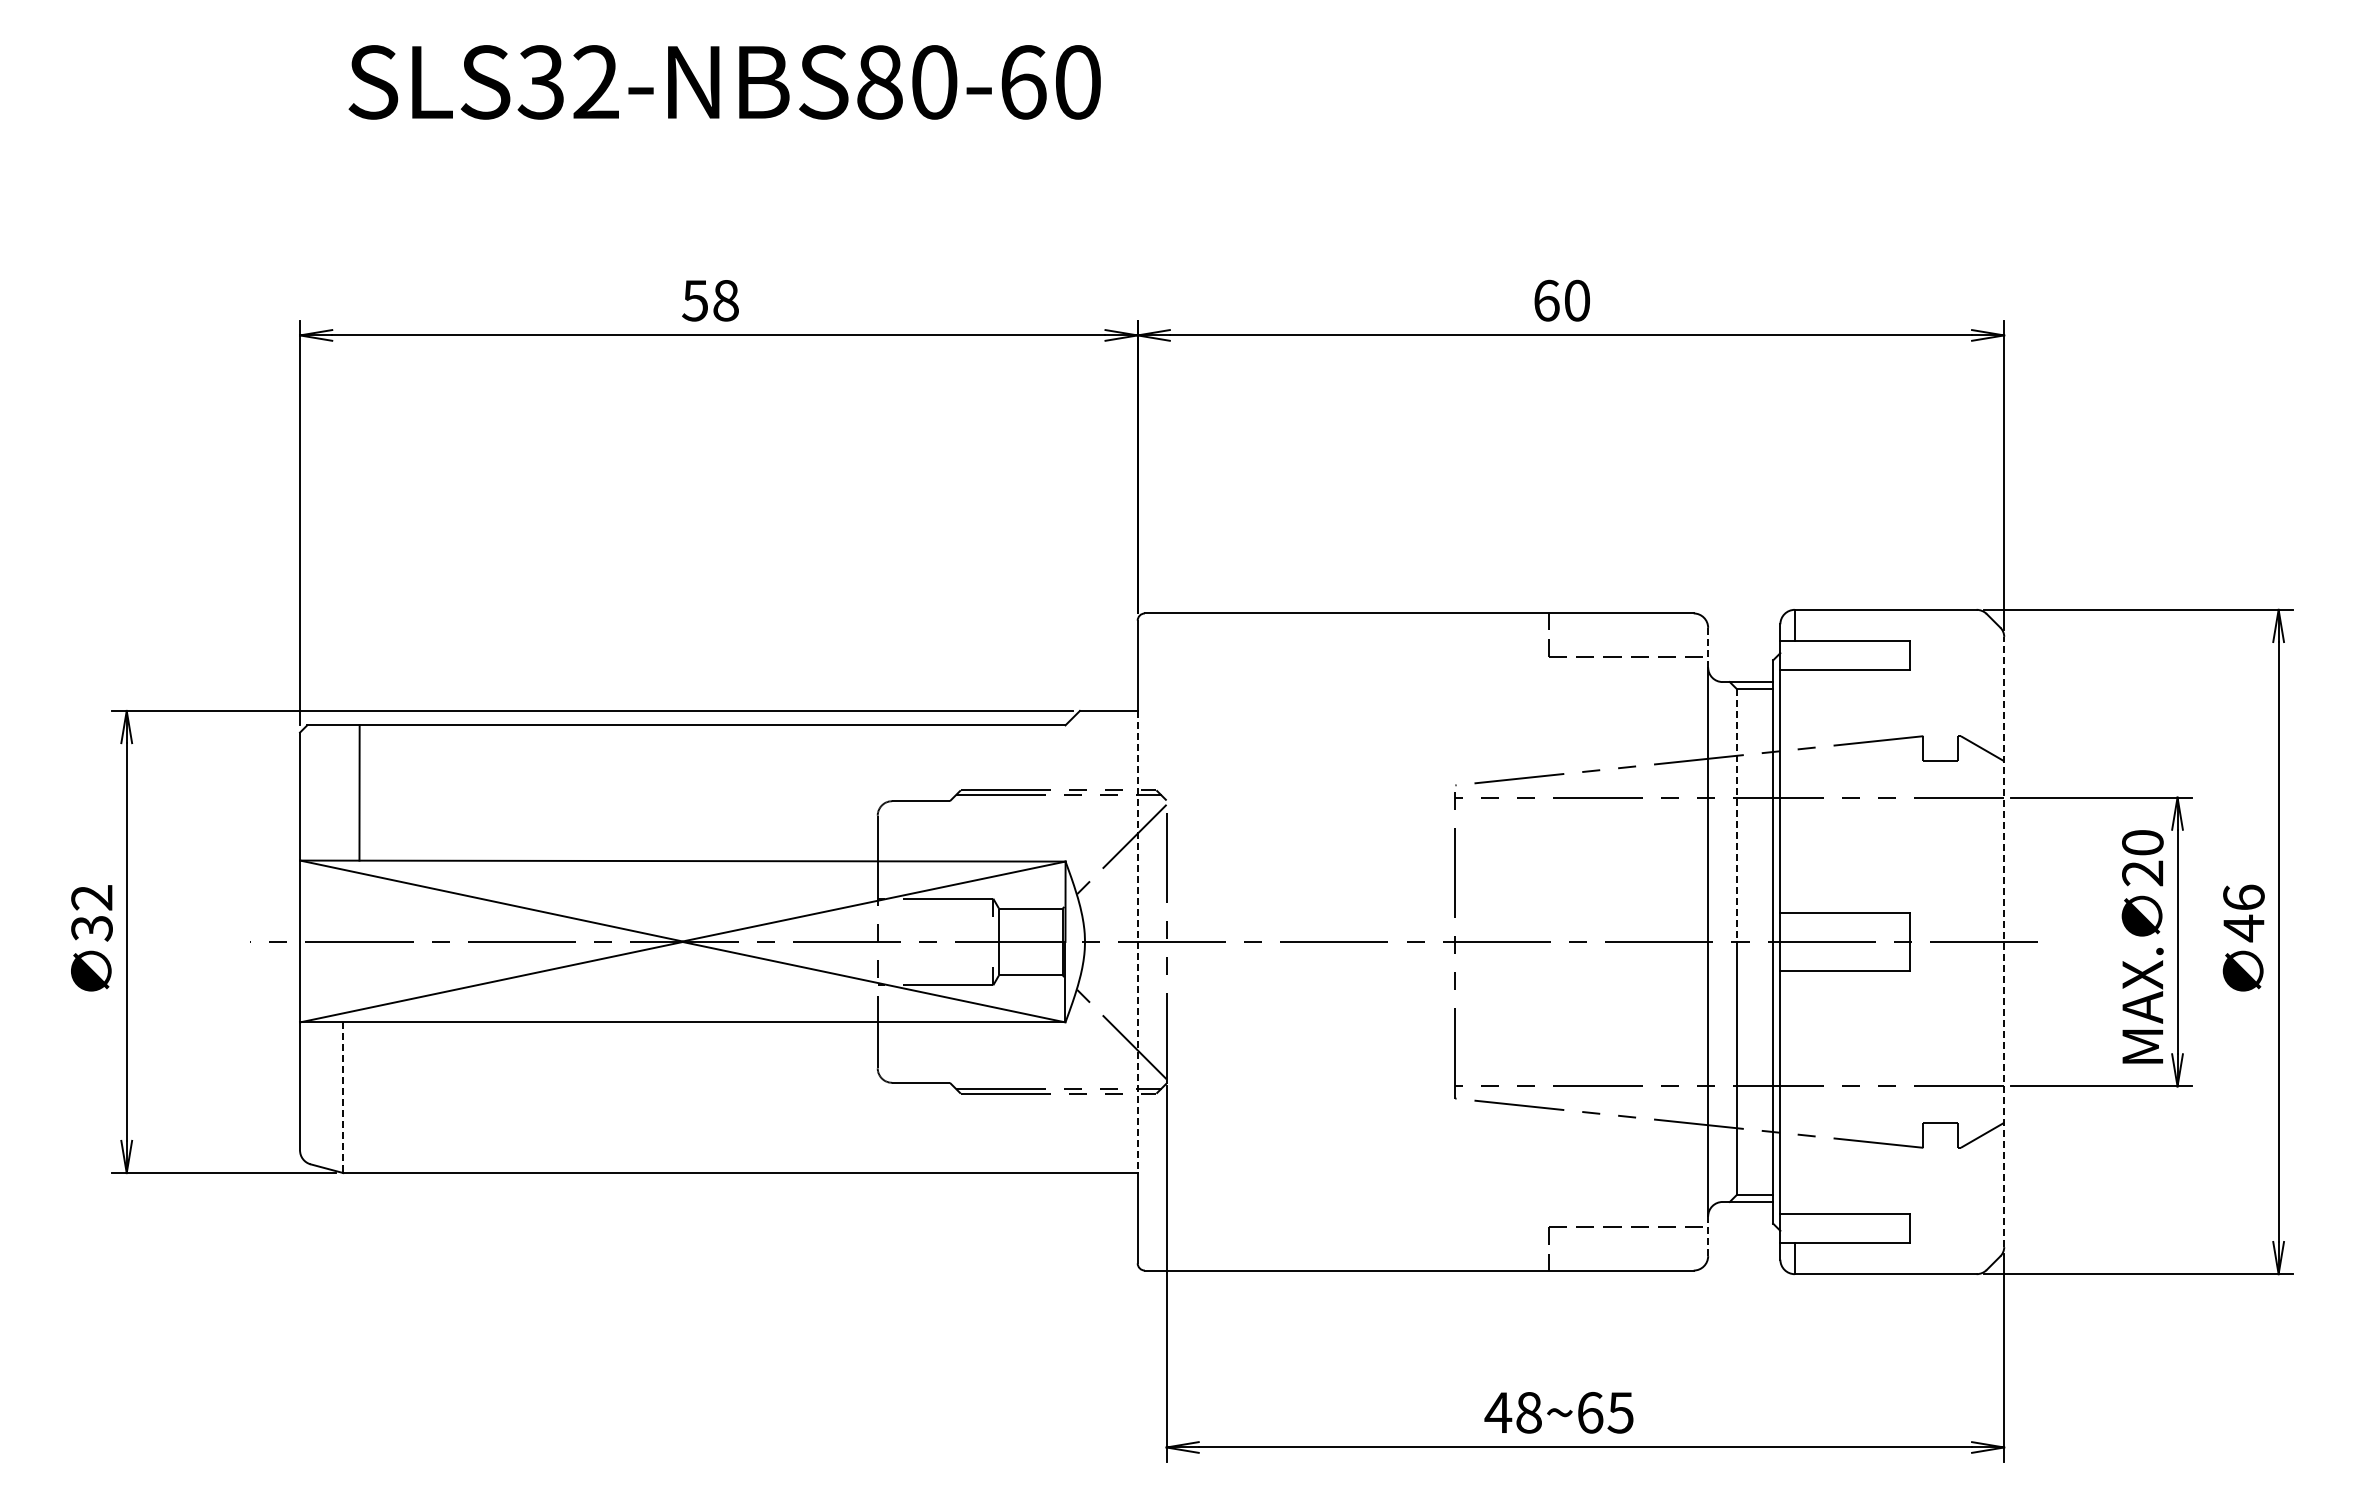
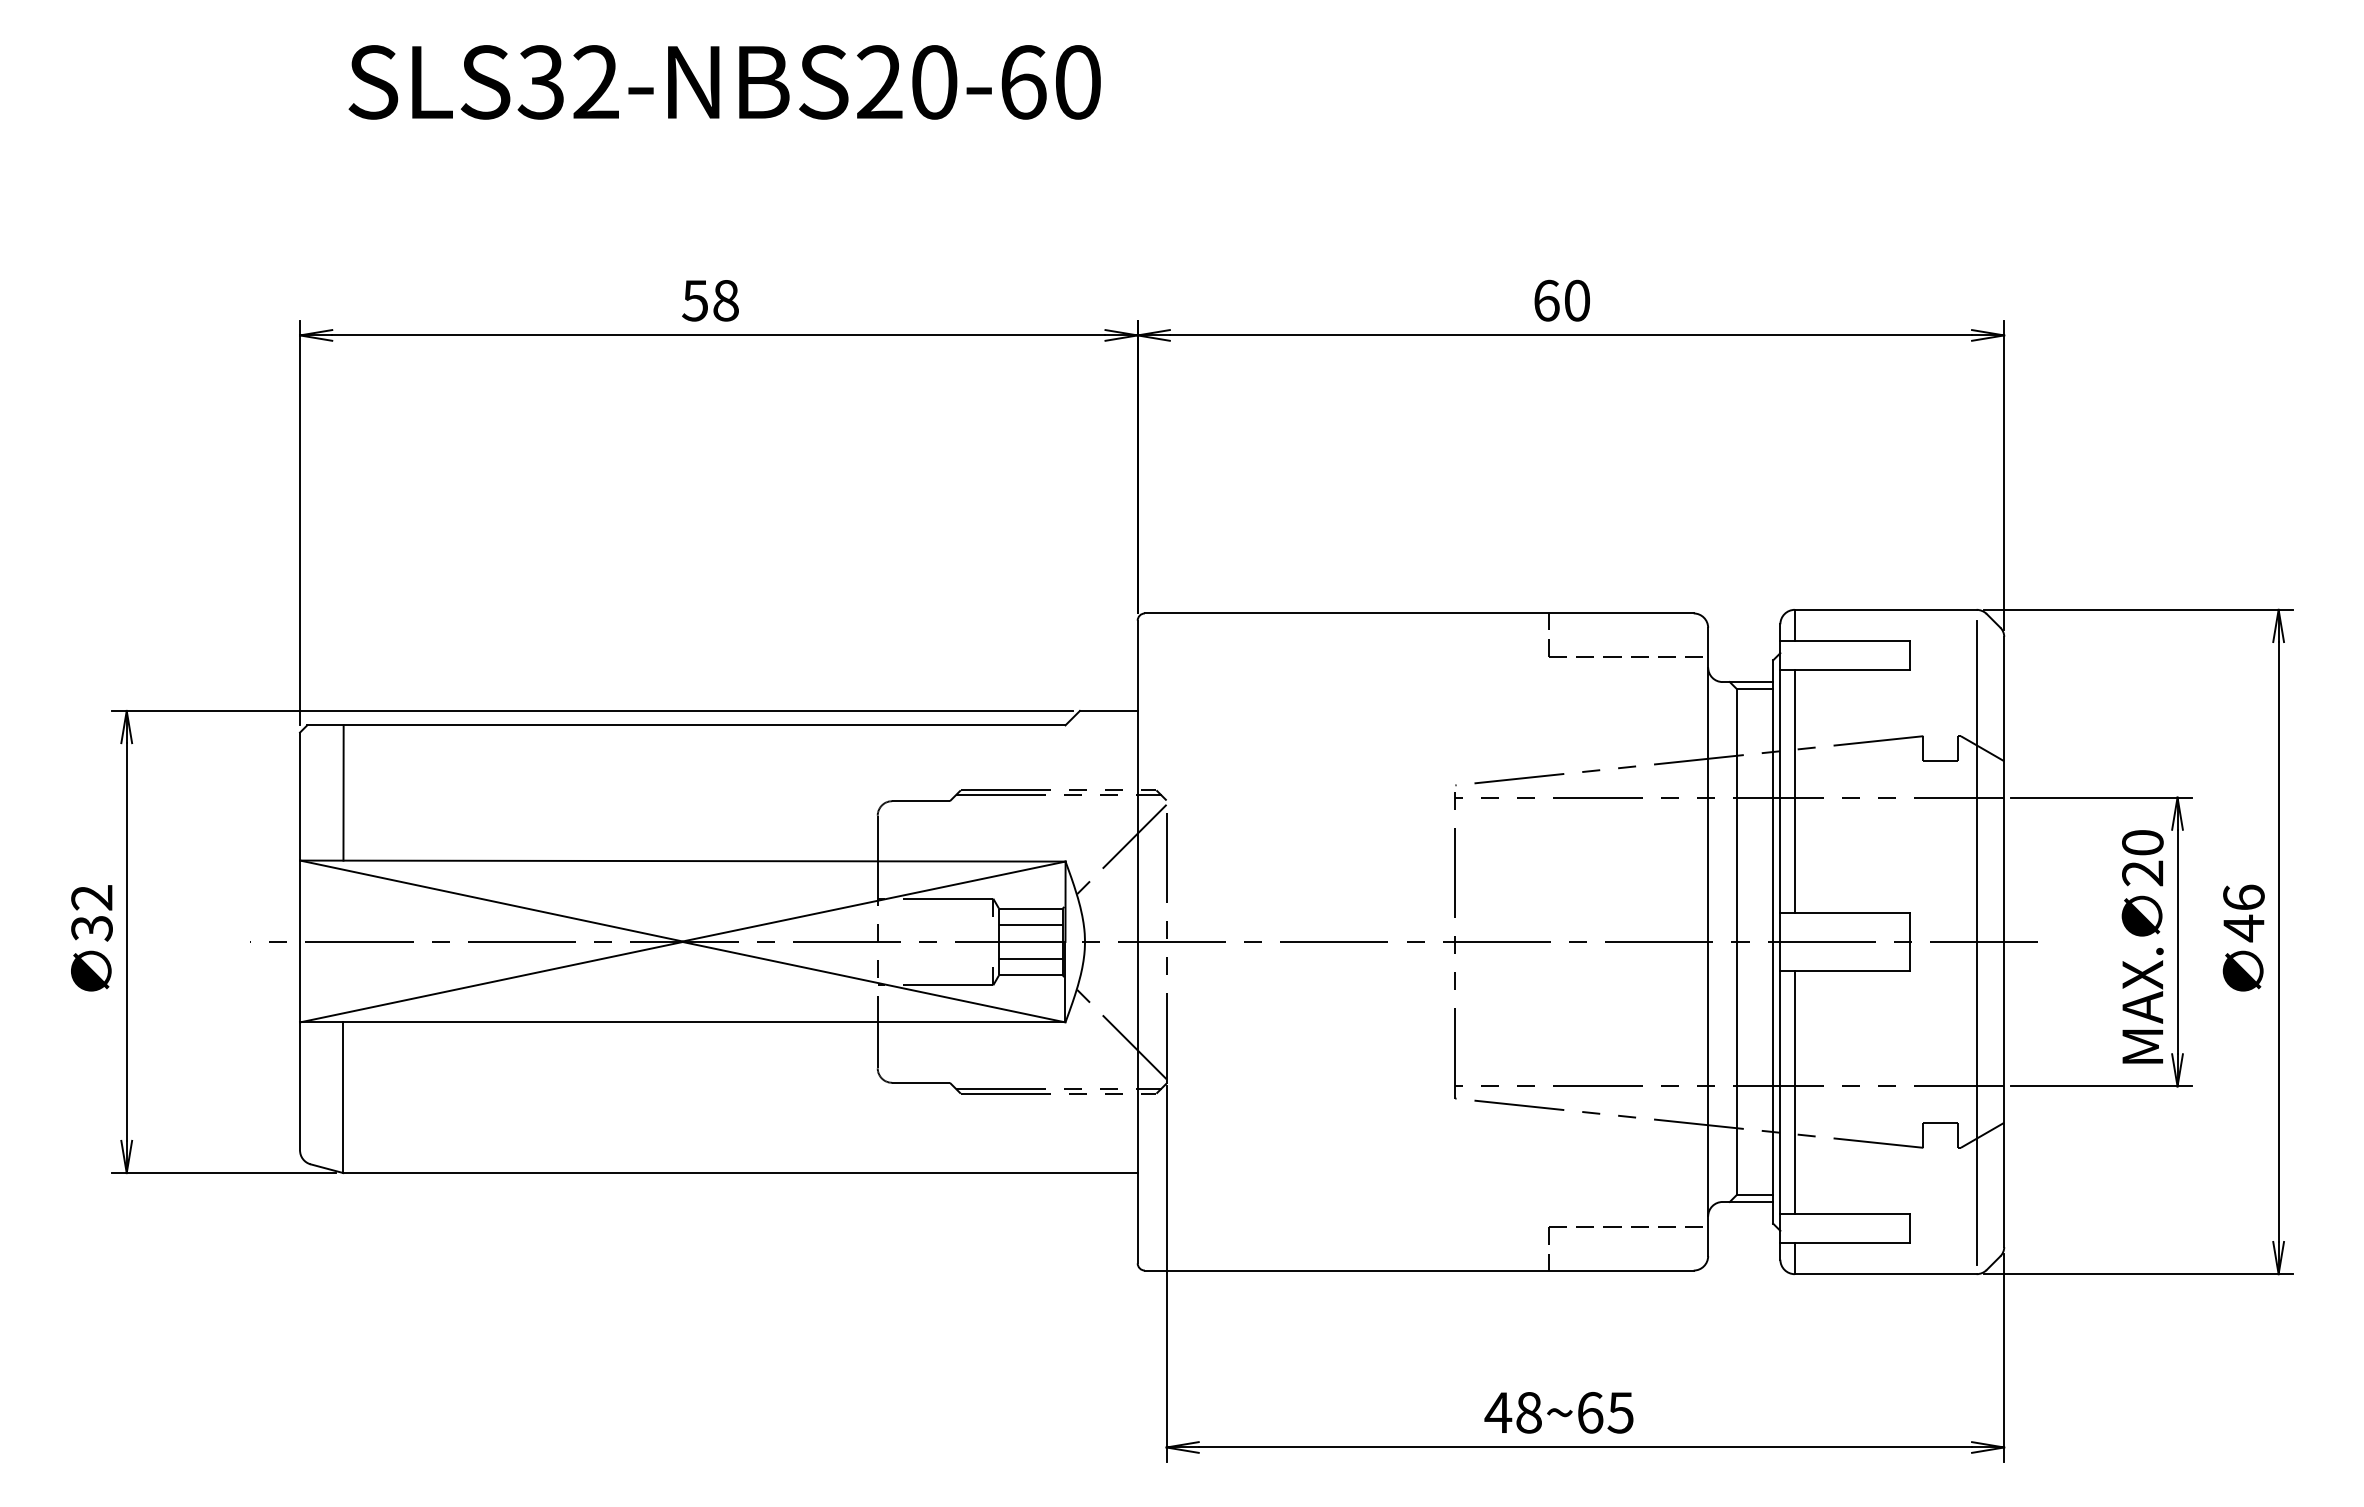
text at (879, 82): SLS32-NBS80-60 -> SLS32-NBS20-60
line at (1708, 647): dashed -> solid
line at (1794, 791): none -> present
line at (359, 792) position: (359, 792) -> (343, 792)
line at (1737, 816): dashed -> solid
line at (1030, 925): none -> present
line at (2004, 941): dashed -> solid
line at (1137, 942): dashed -> solid
line at (1976, 942): none -> present
line at (1030, 958): none -> present
line at (1794, 1092): none -> present
line at (343, 1098): dashed -> solid
line at (1708, 1236): dashed -> solid
